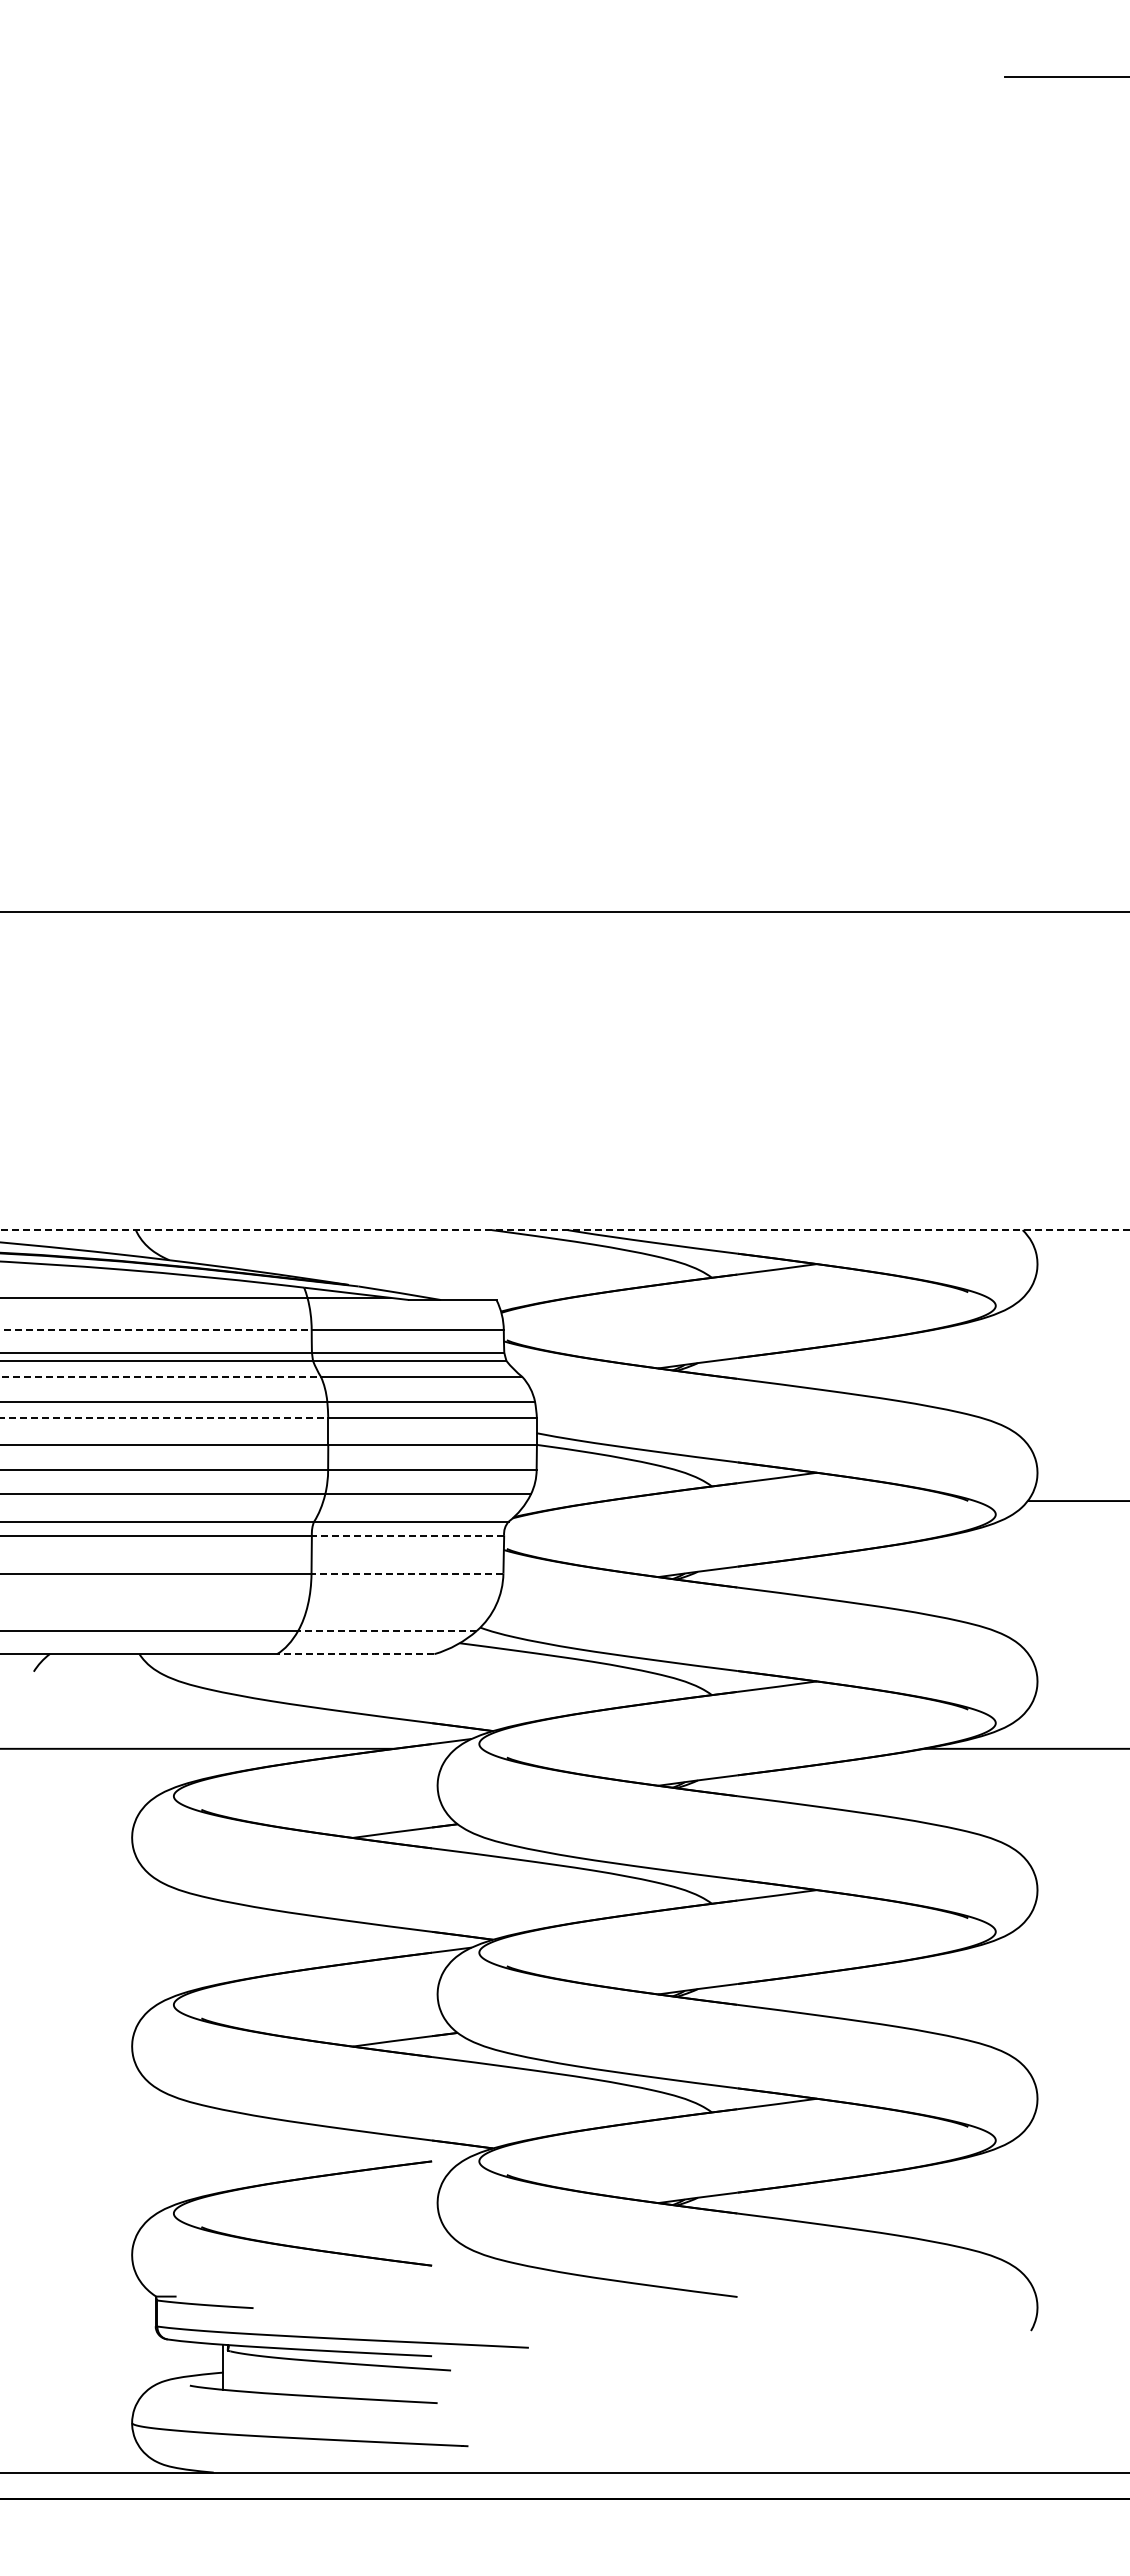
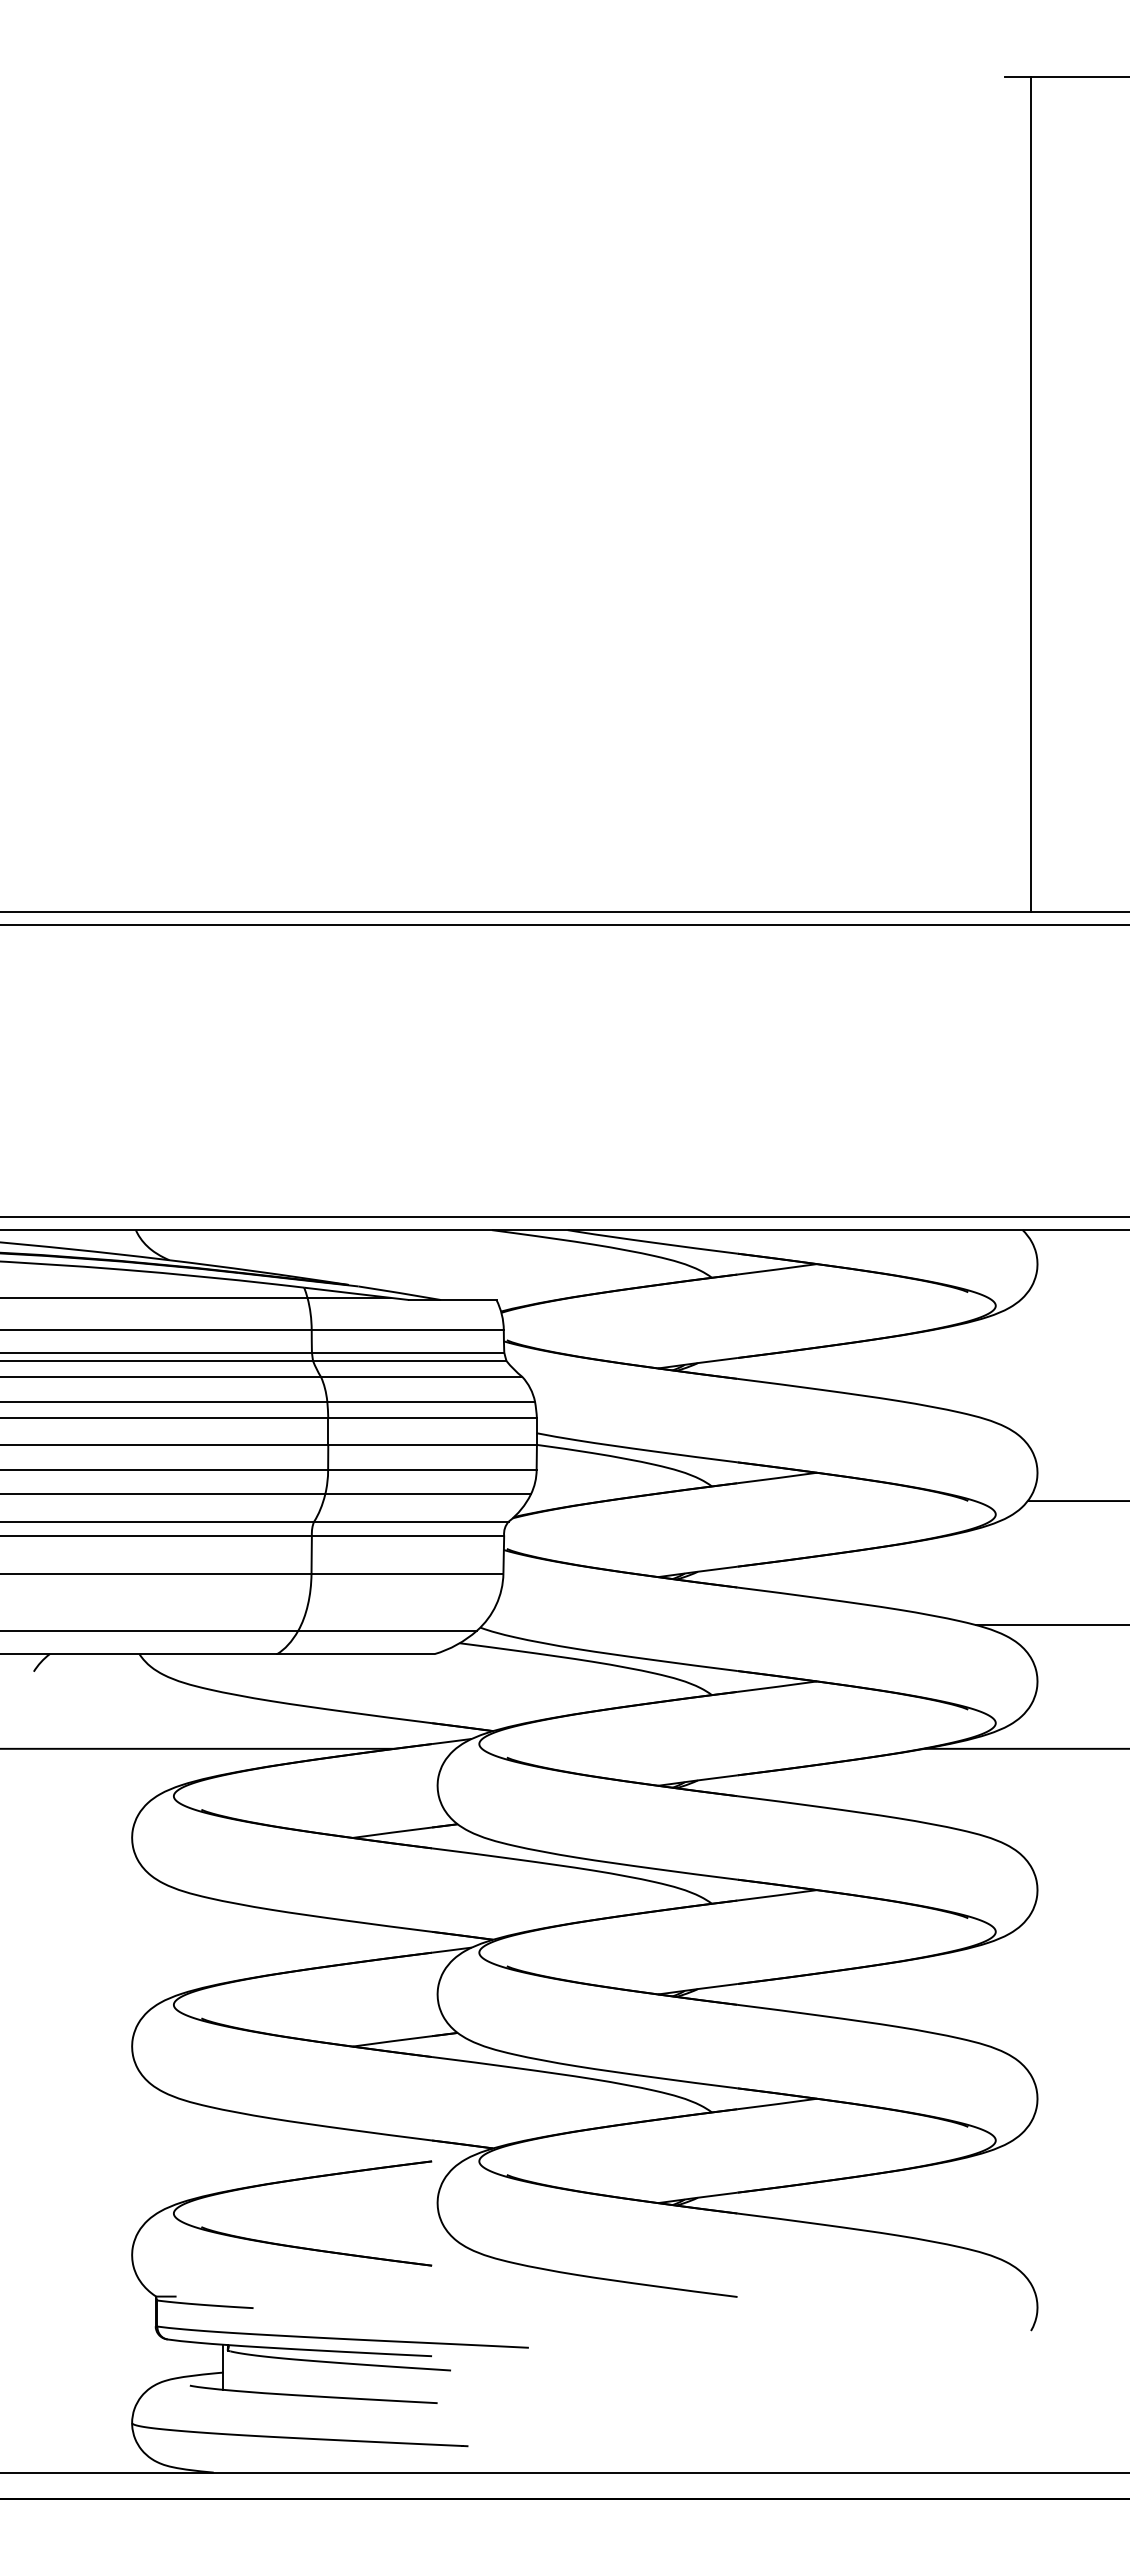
line at (1031, 494): none -> present
line at (564, 924): none -> present
line at (564, 1217): none -> present
line at (565, 1230): dashed -> solid
line at (156, 1330): dashed -> solid
line at (161, 1376): dashed -> solid
line at (164, 1418): dashed -> solid
line at (407, 1535): dashed -> solid
line at (407, 1573): dashed -> solid
line at (1050, 1624): none -> present
line at (387, 1630): dashed -> solid
line at (355, 1654): dashed -> solid
